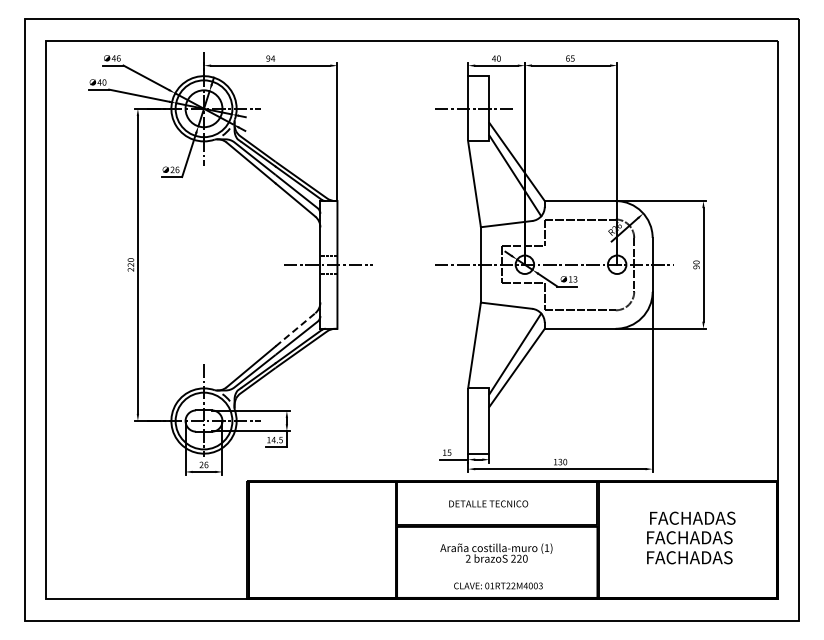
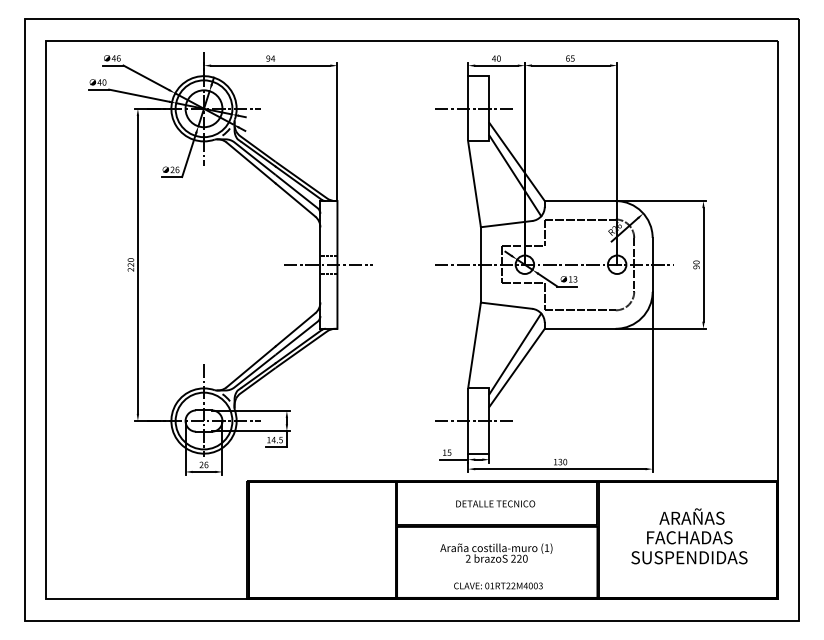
line at (295, 329): dashed -> solid
line at (473, 421): none -> present
text at (488, 503) position: (488, 503) -> (495, 503)
text at (692, 516): FACHADAS -> ARAÑAS
text at (689, 557): FACHADAS -> SUSPENDIDAS
